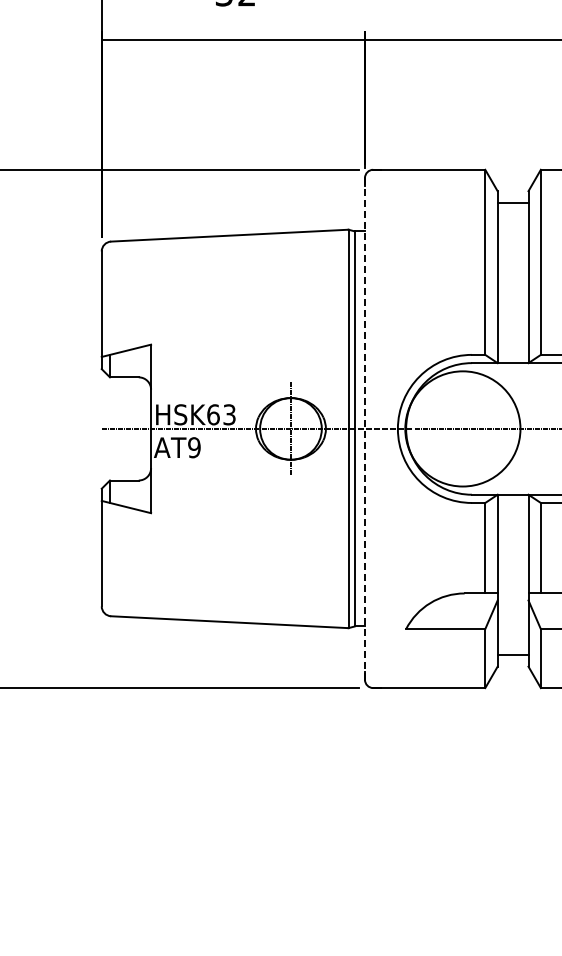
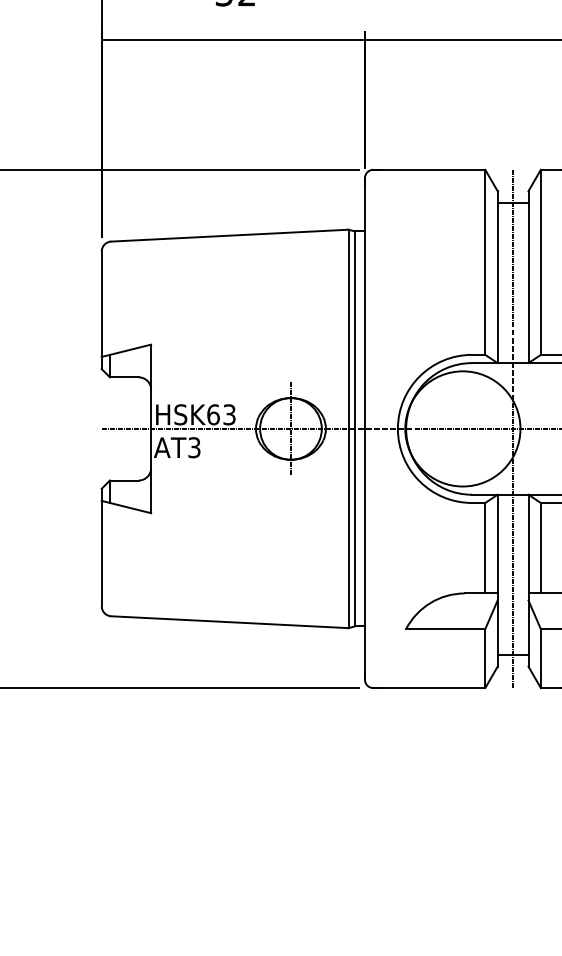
line at (365, 428): dashed -> solid
line at (513, 428): none -> present
text at (194, 447): AT9 -> AT3
